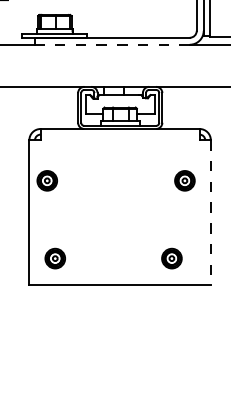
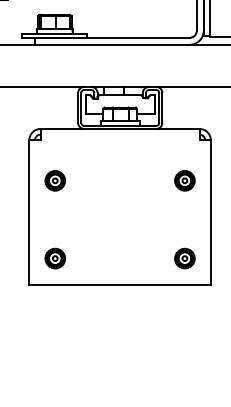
line at (112, 44): dashed -> solid
part at (46, 180) position: (46, 180) -> (54, 180)
line at (210, 212): dashed -> solid
part at (171, 258) position: (171, 258) -> (184, 258)
